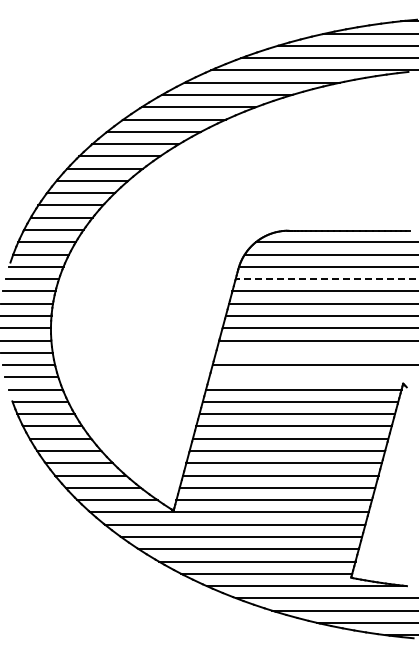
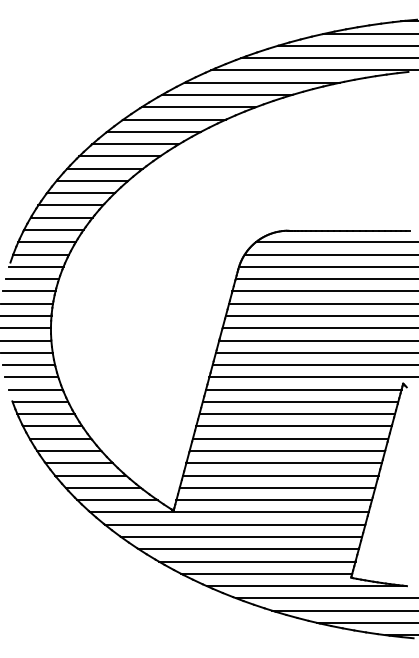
line at (326, 279): dashed -> solid
line at (315, 352): none -> present
line at (312, 377): none -> present
